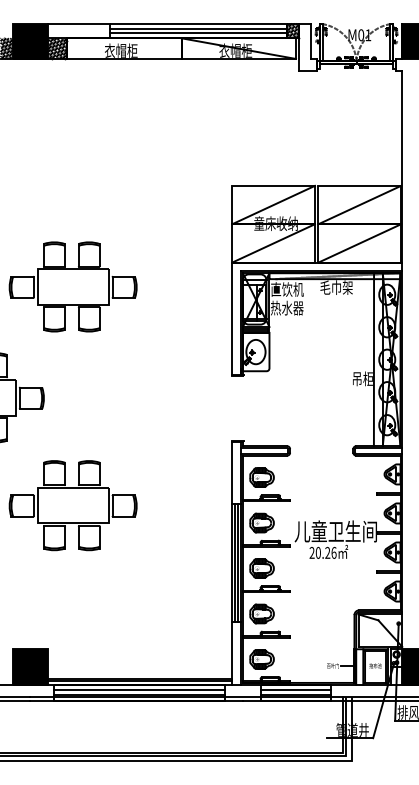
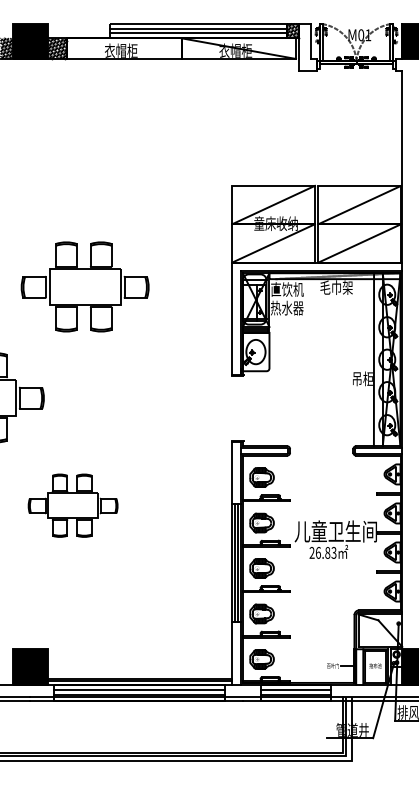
line at (79, 23): present -> none
part at (72, 286) position: (72, 286) -> (84, 286)
part at (72, 505) size: 130x92 px -> 92x65 px
text at (326, 552): 20.26 -> 26.83
